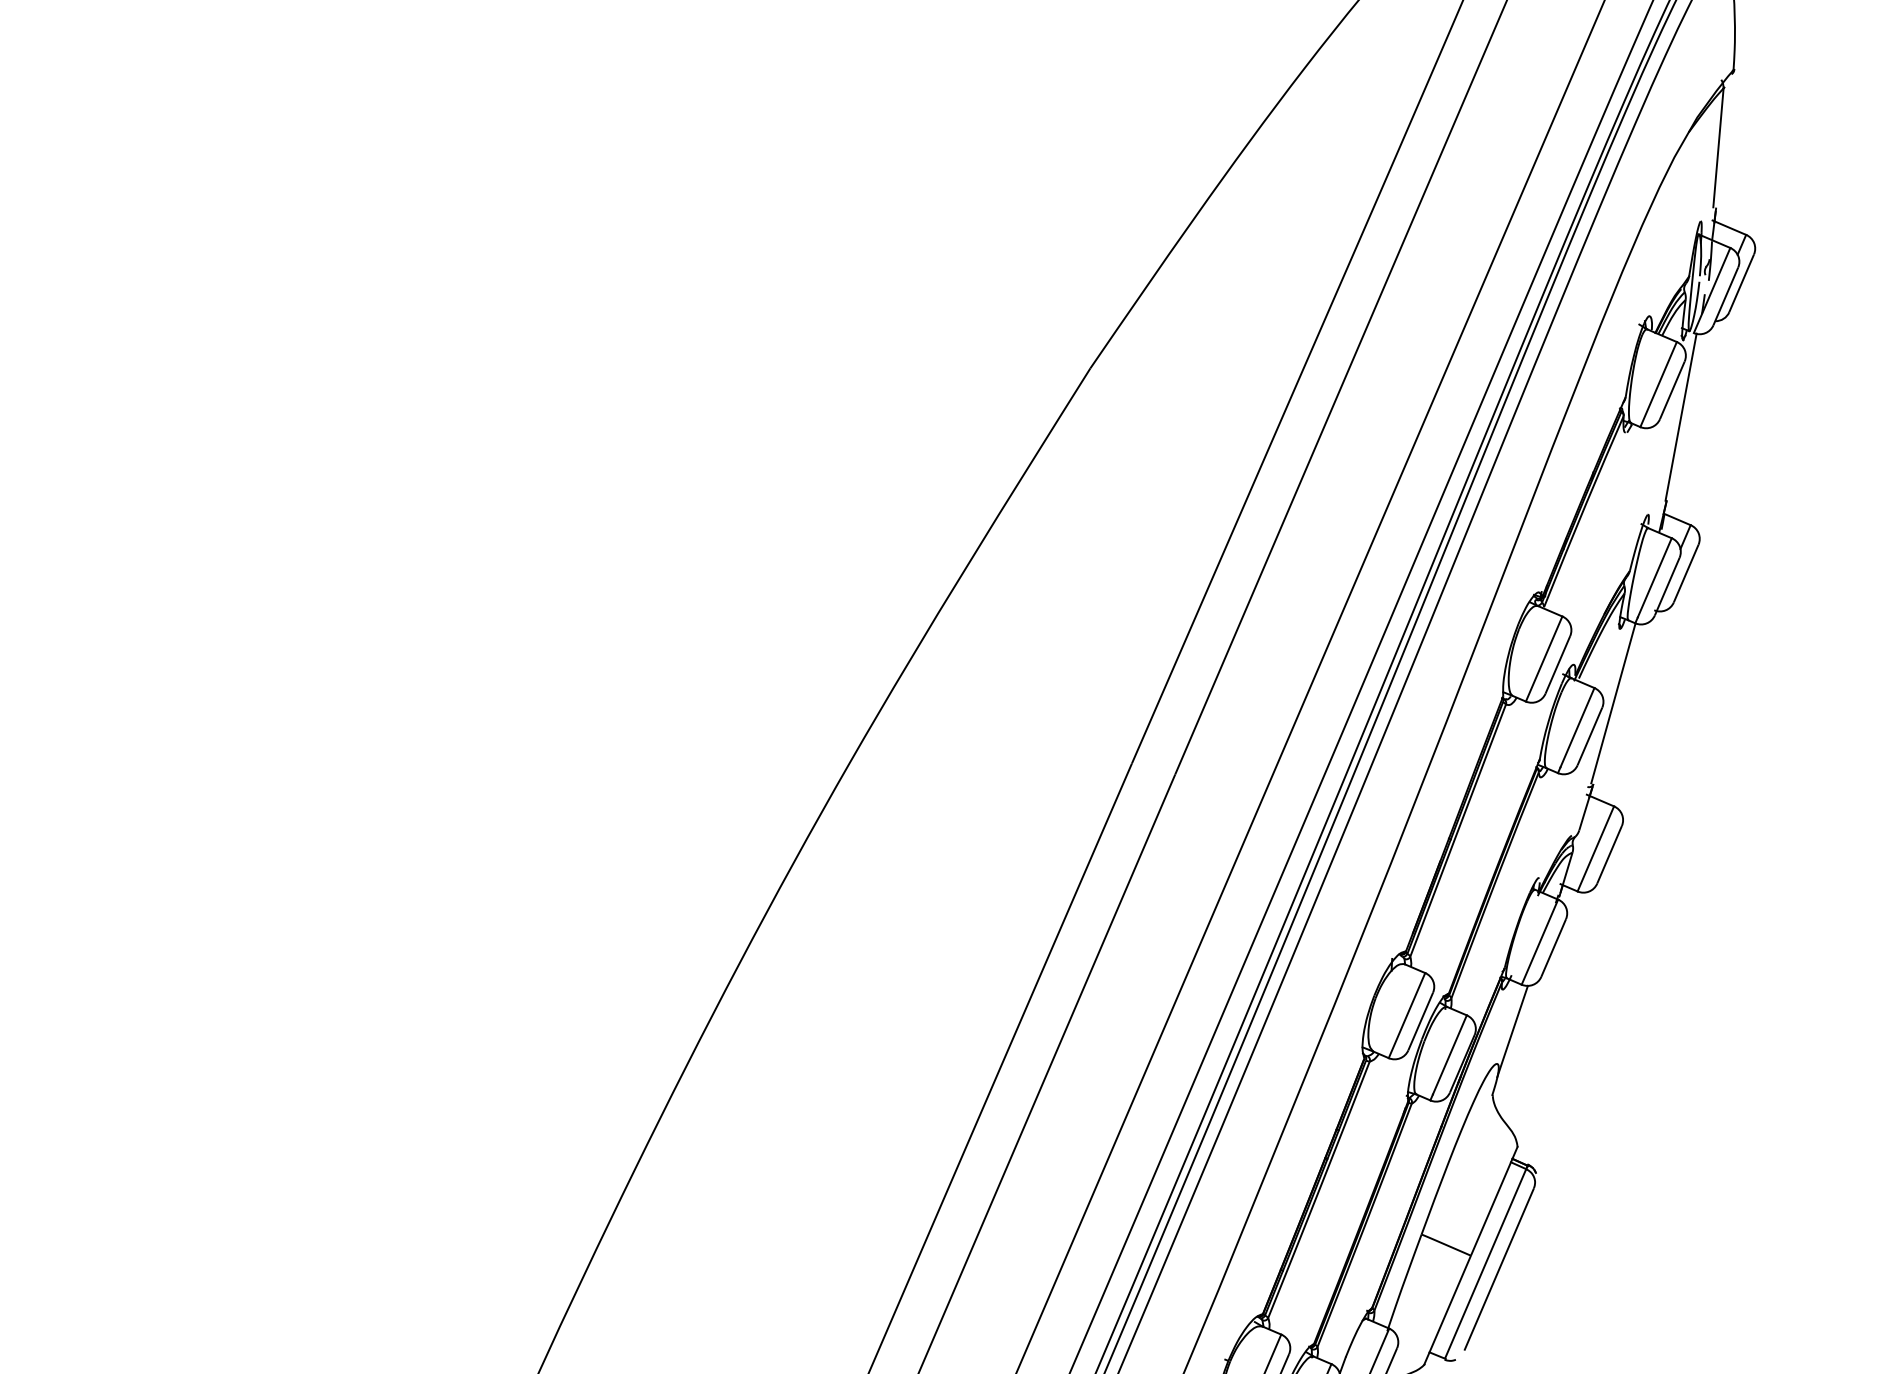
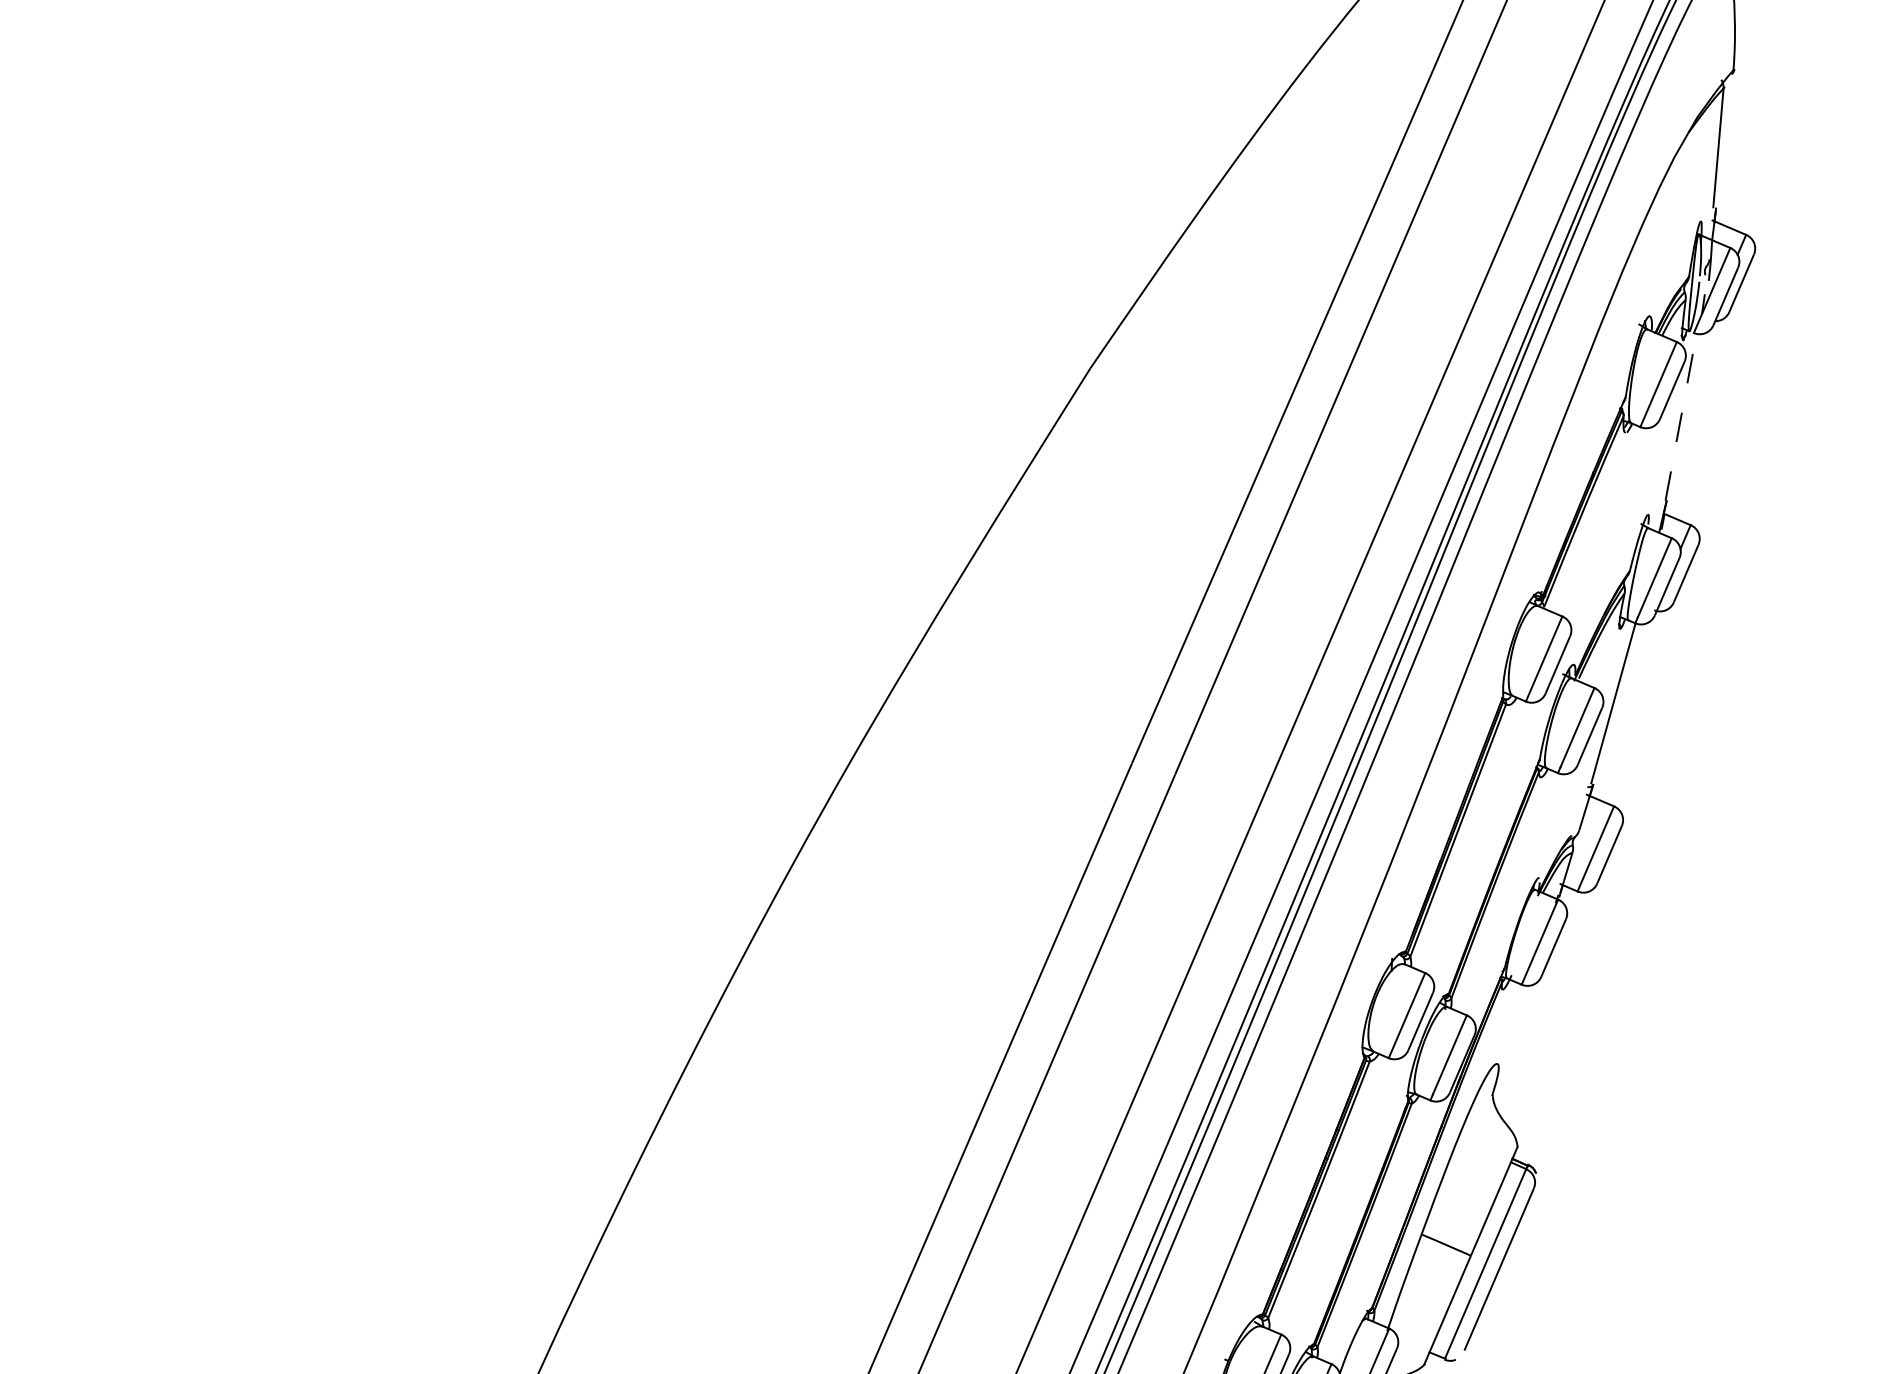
line at (1681, 417): solid -> dashed
line at (1512, 1031): present -> none
